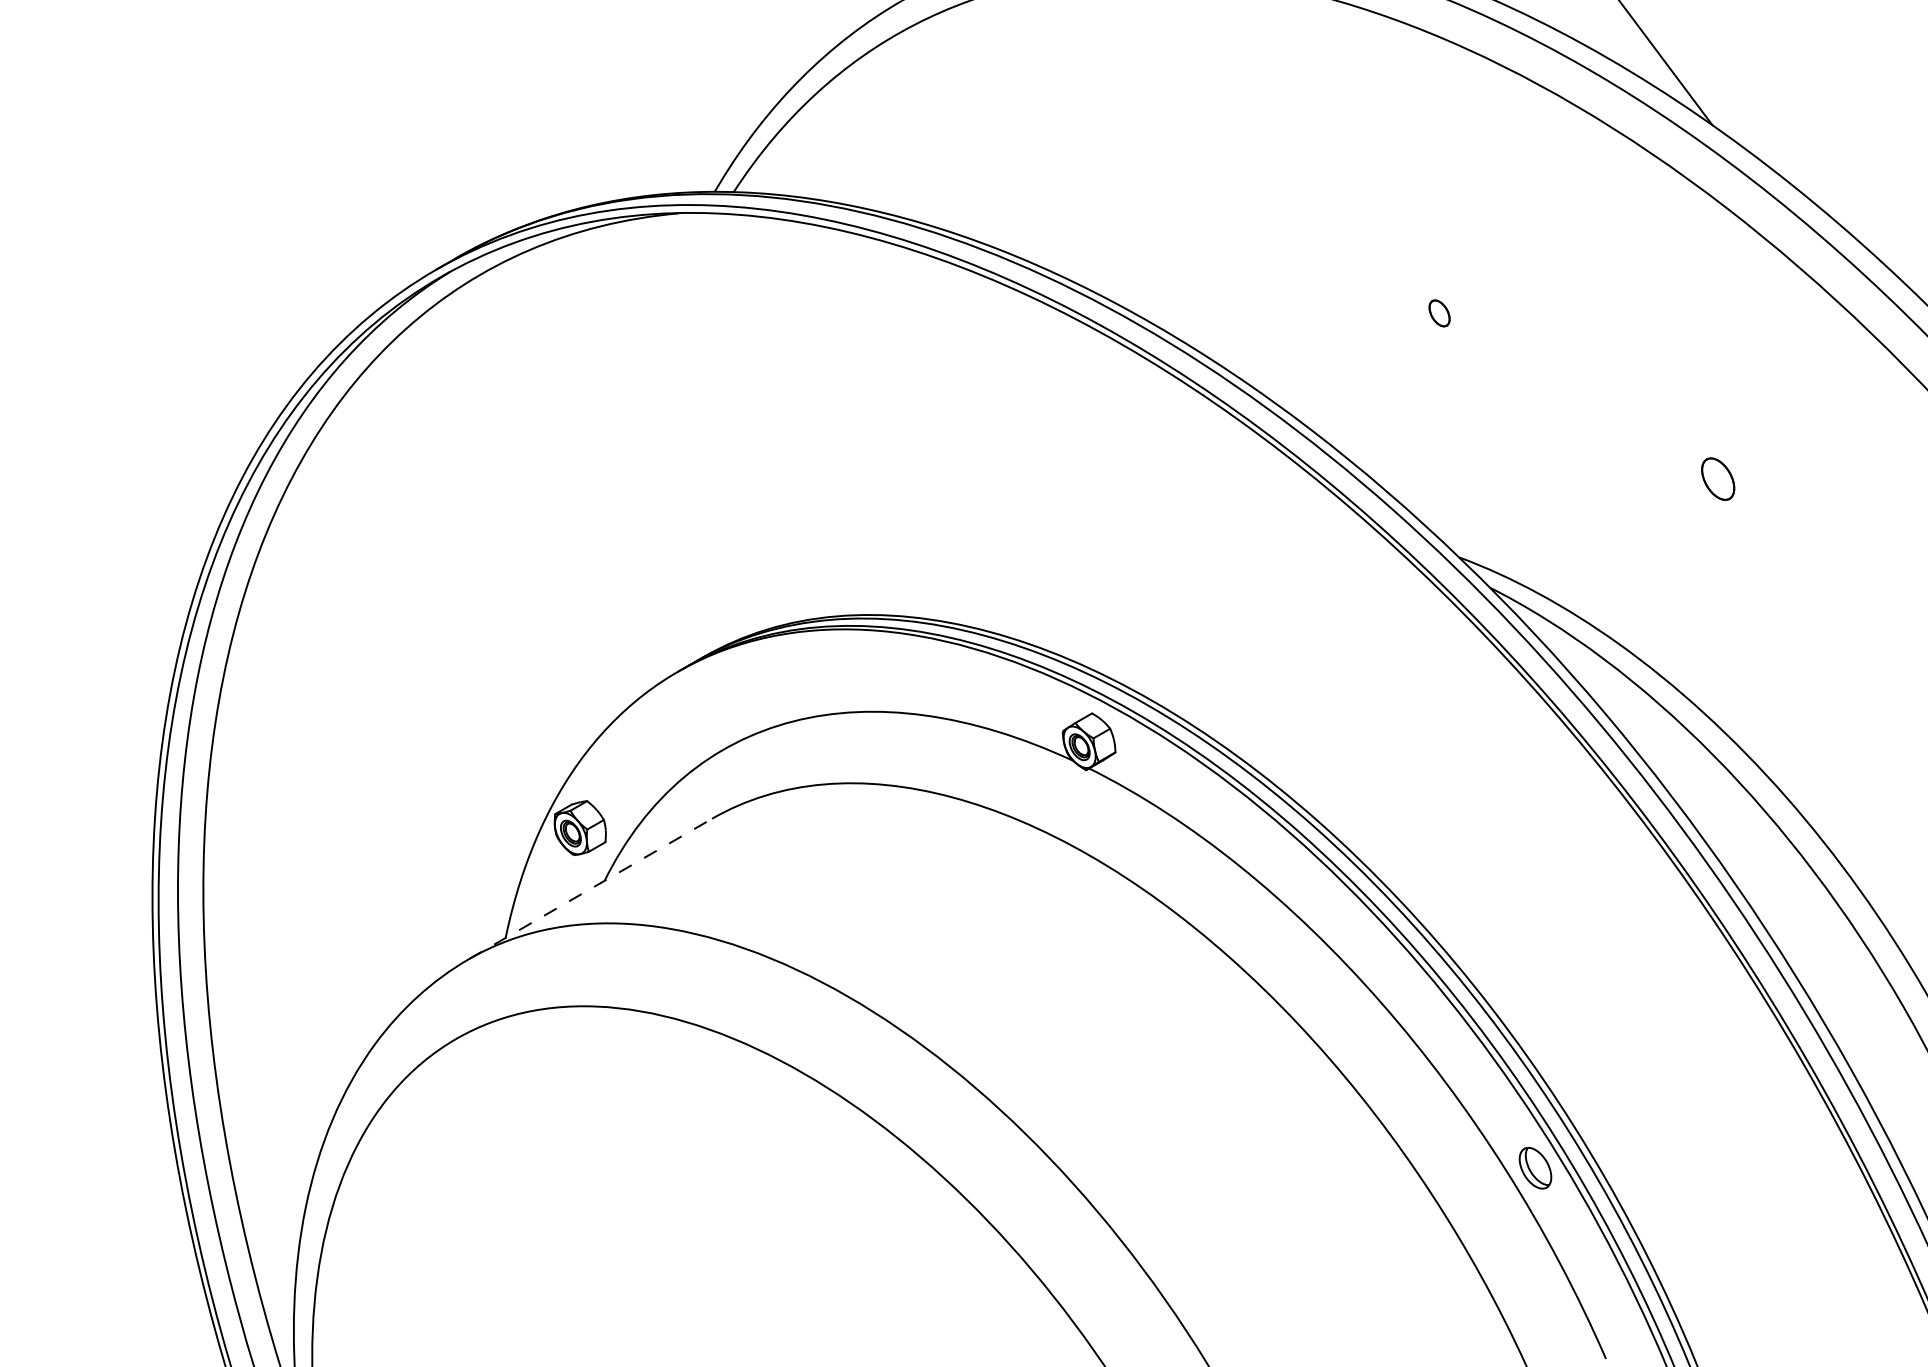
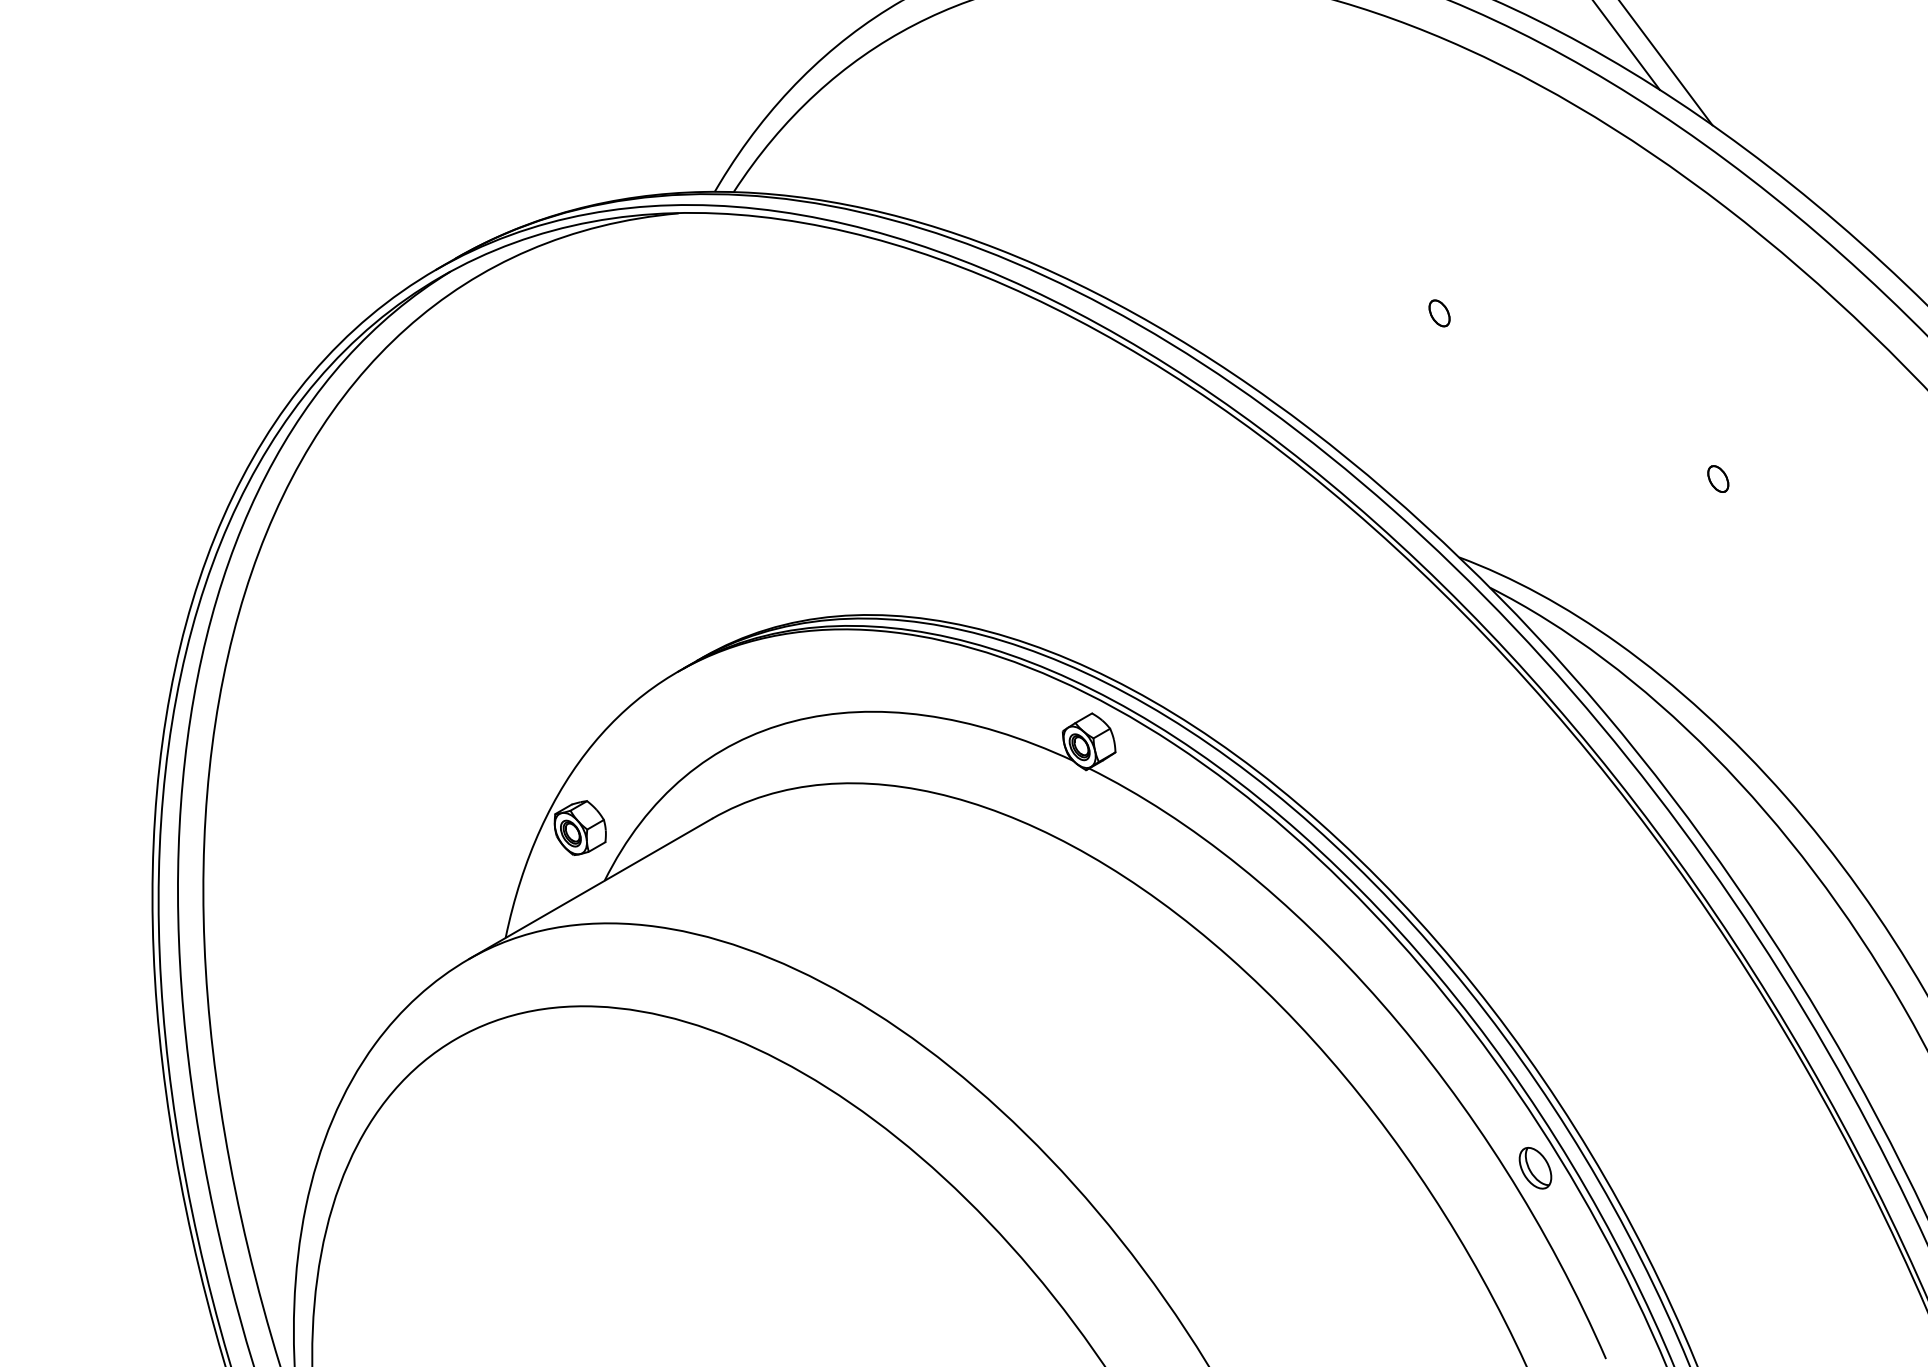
line at (1626, 45): none -> present
part at (1718, 478) size: 35x44 px -> 23x28 px
line at (591, 888): dashed -> solid
